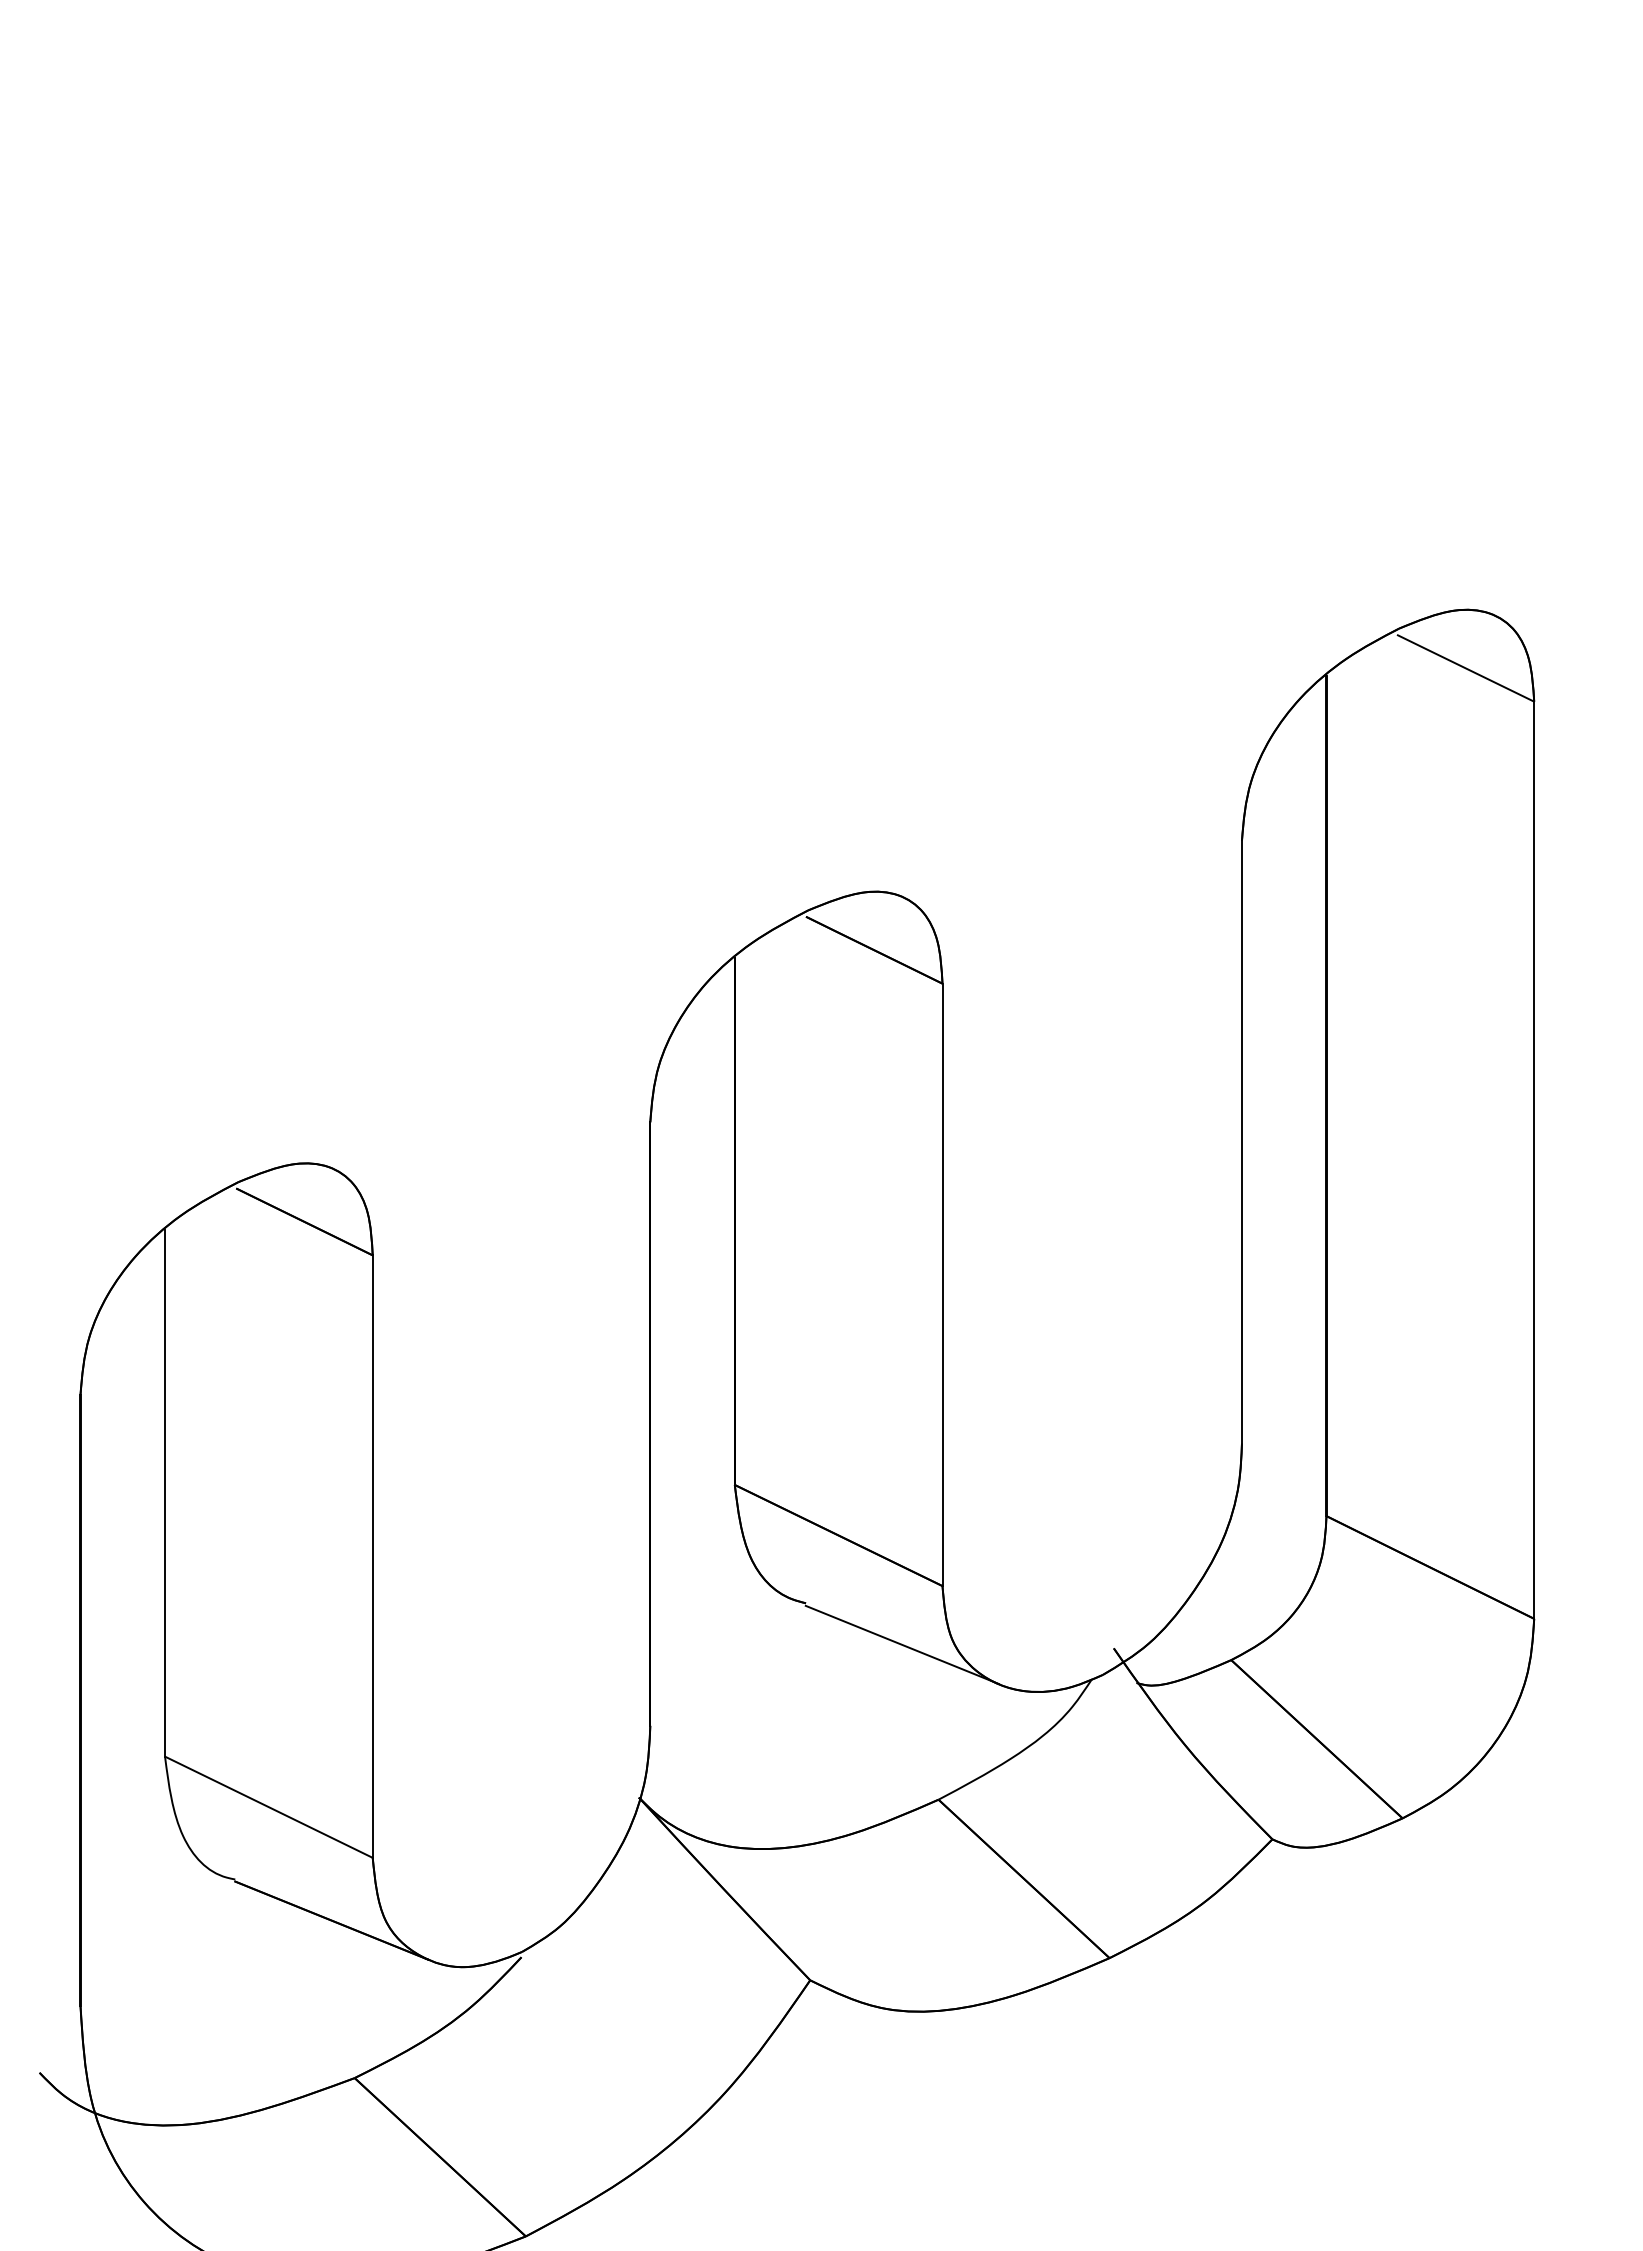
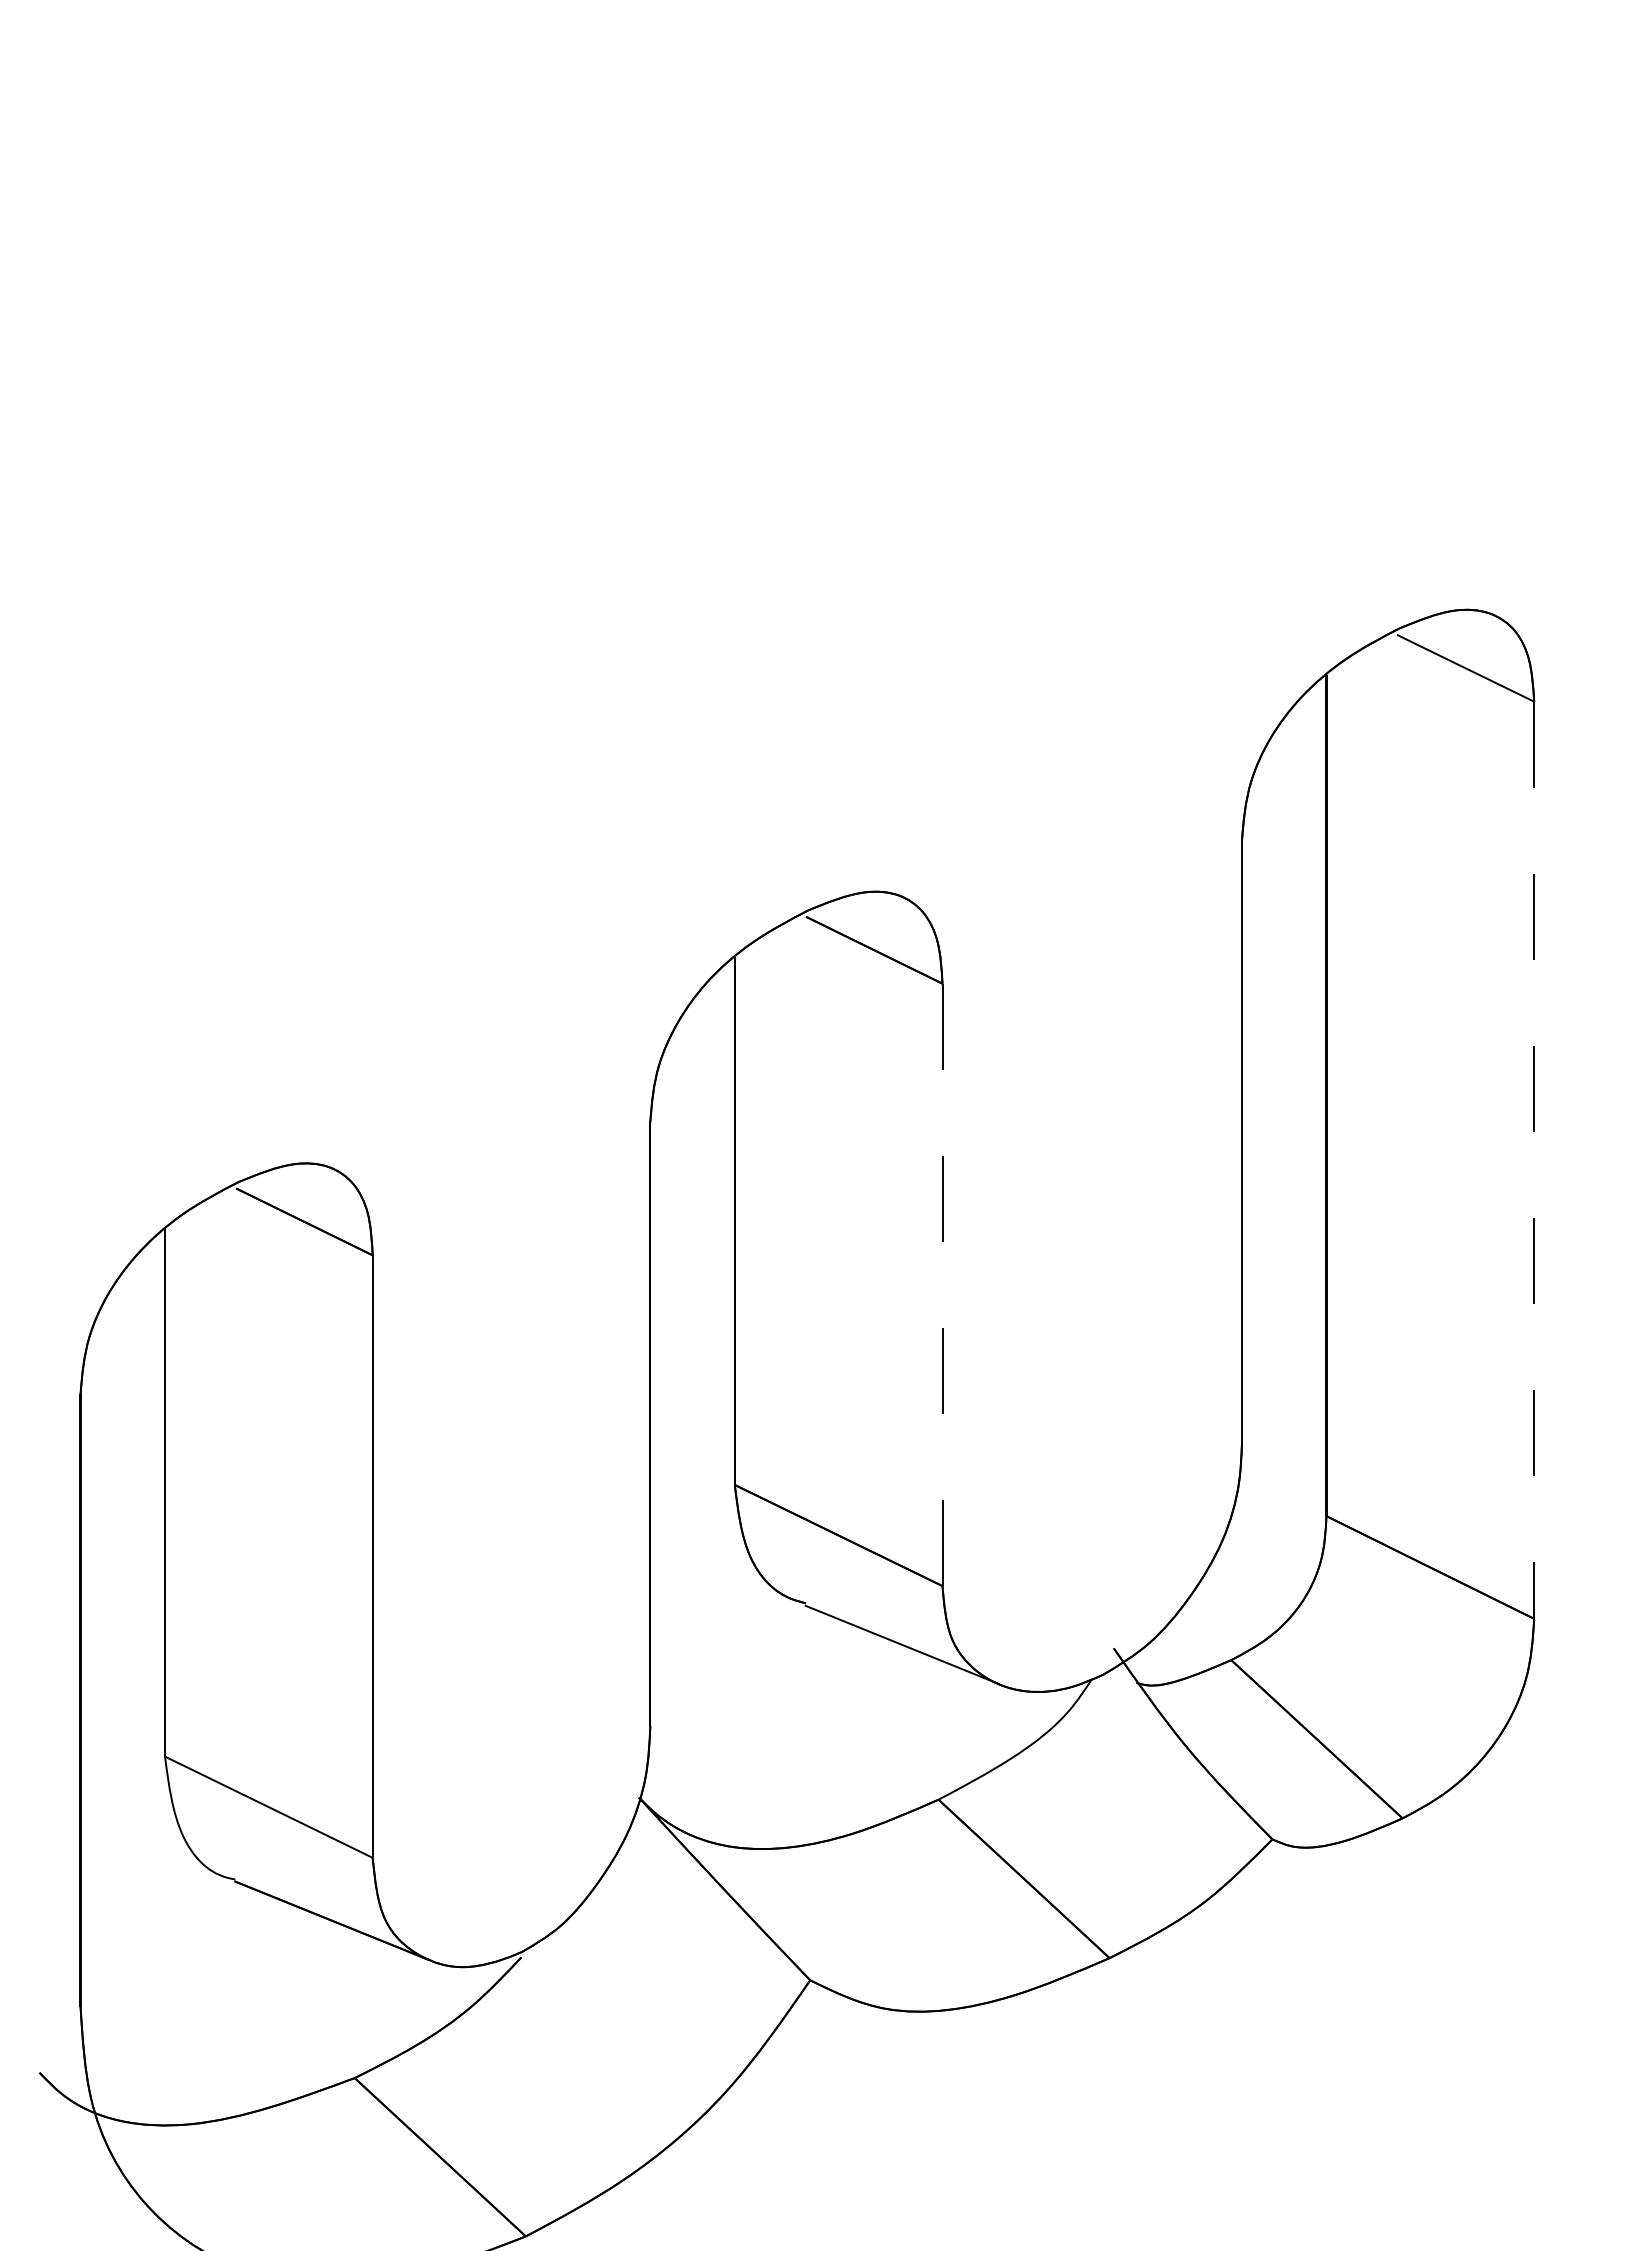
line at (1534, 1160): solid -> dashed
line at (942, 1285): solid -> dashed
